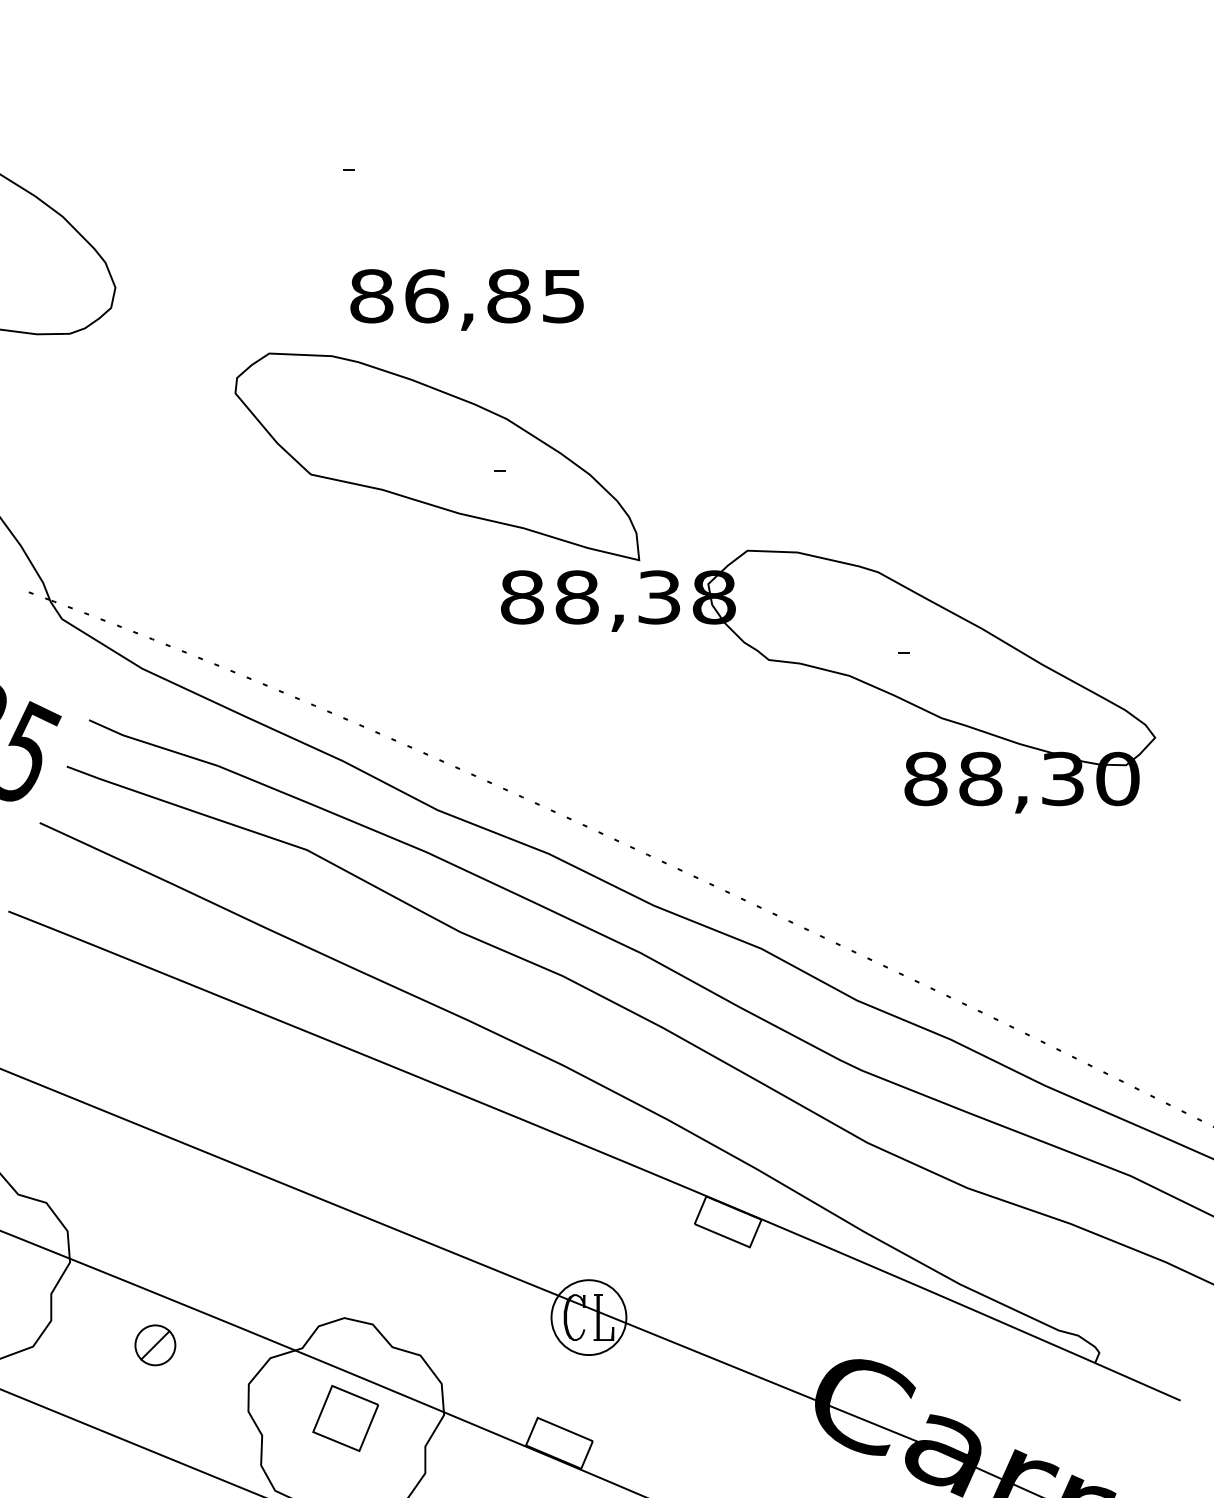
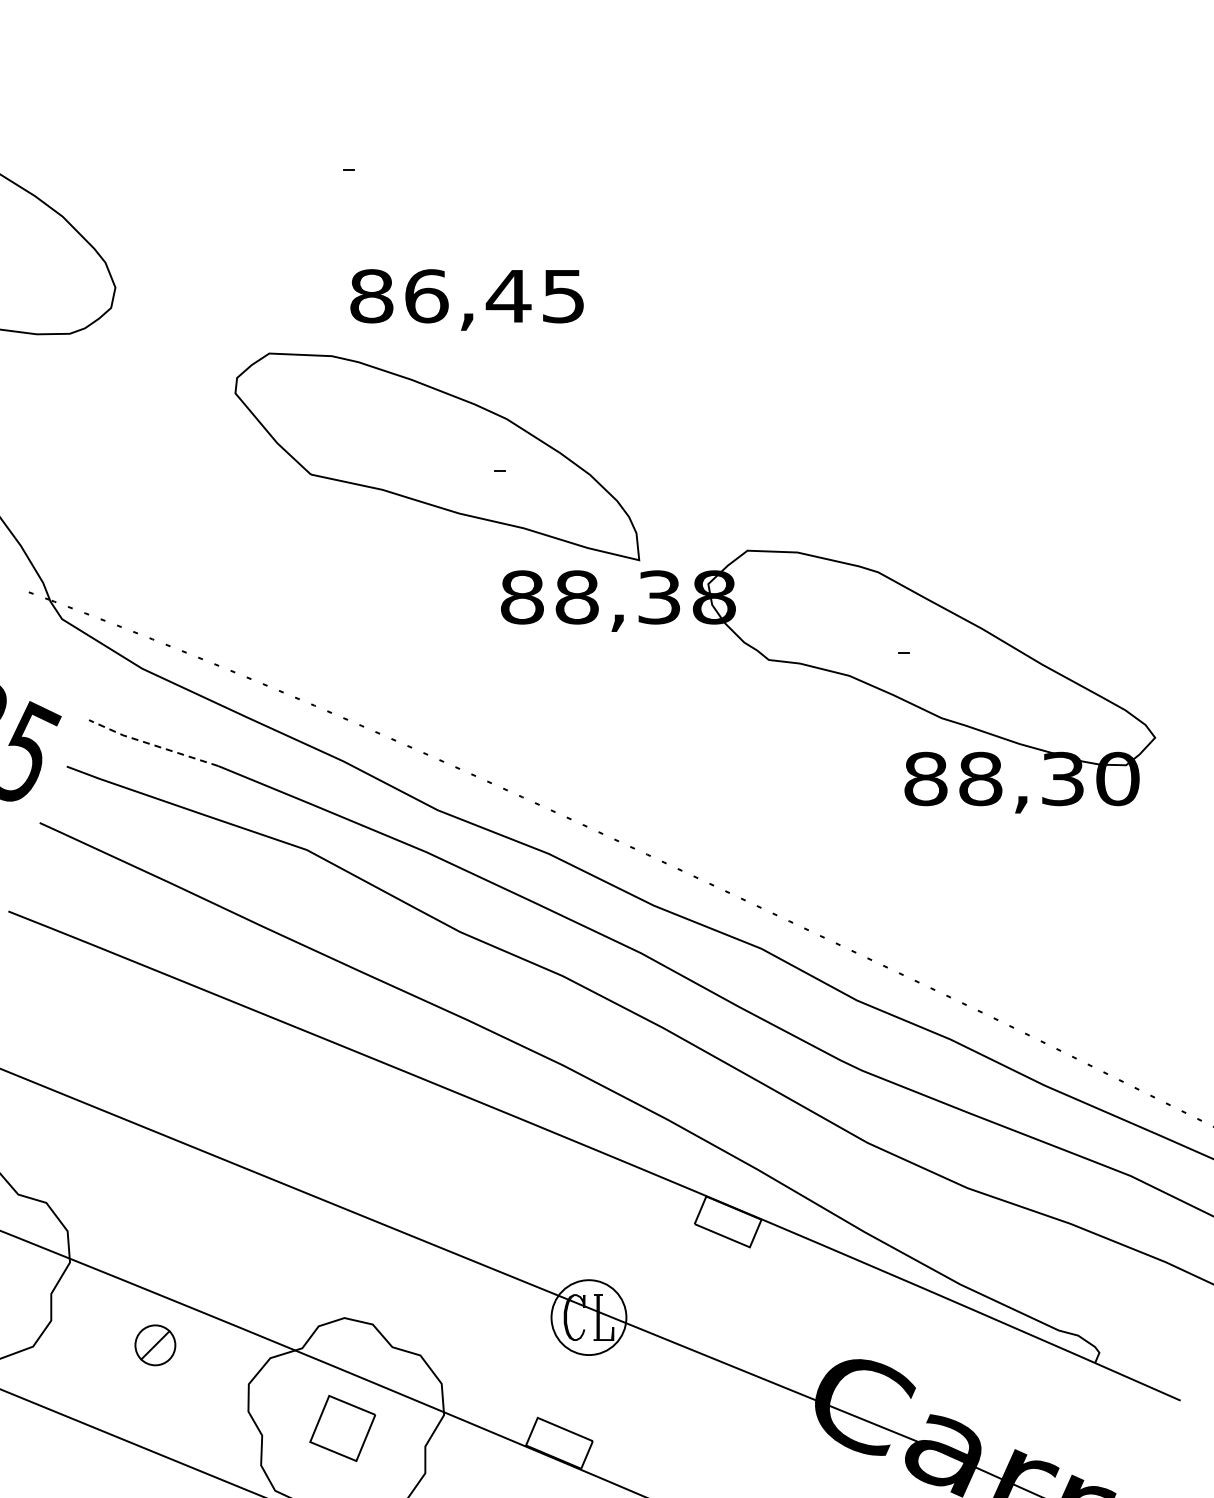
text at (508, 296): 86,85 -> 86,45
line at (151, 744): solid -> dashed
part at (345, 1418) position: (345, 1418) -> (342, 1428)
